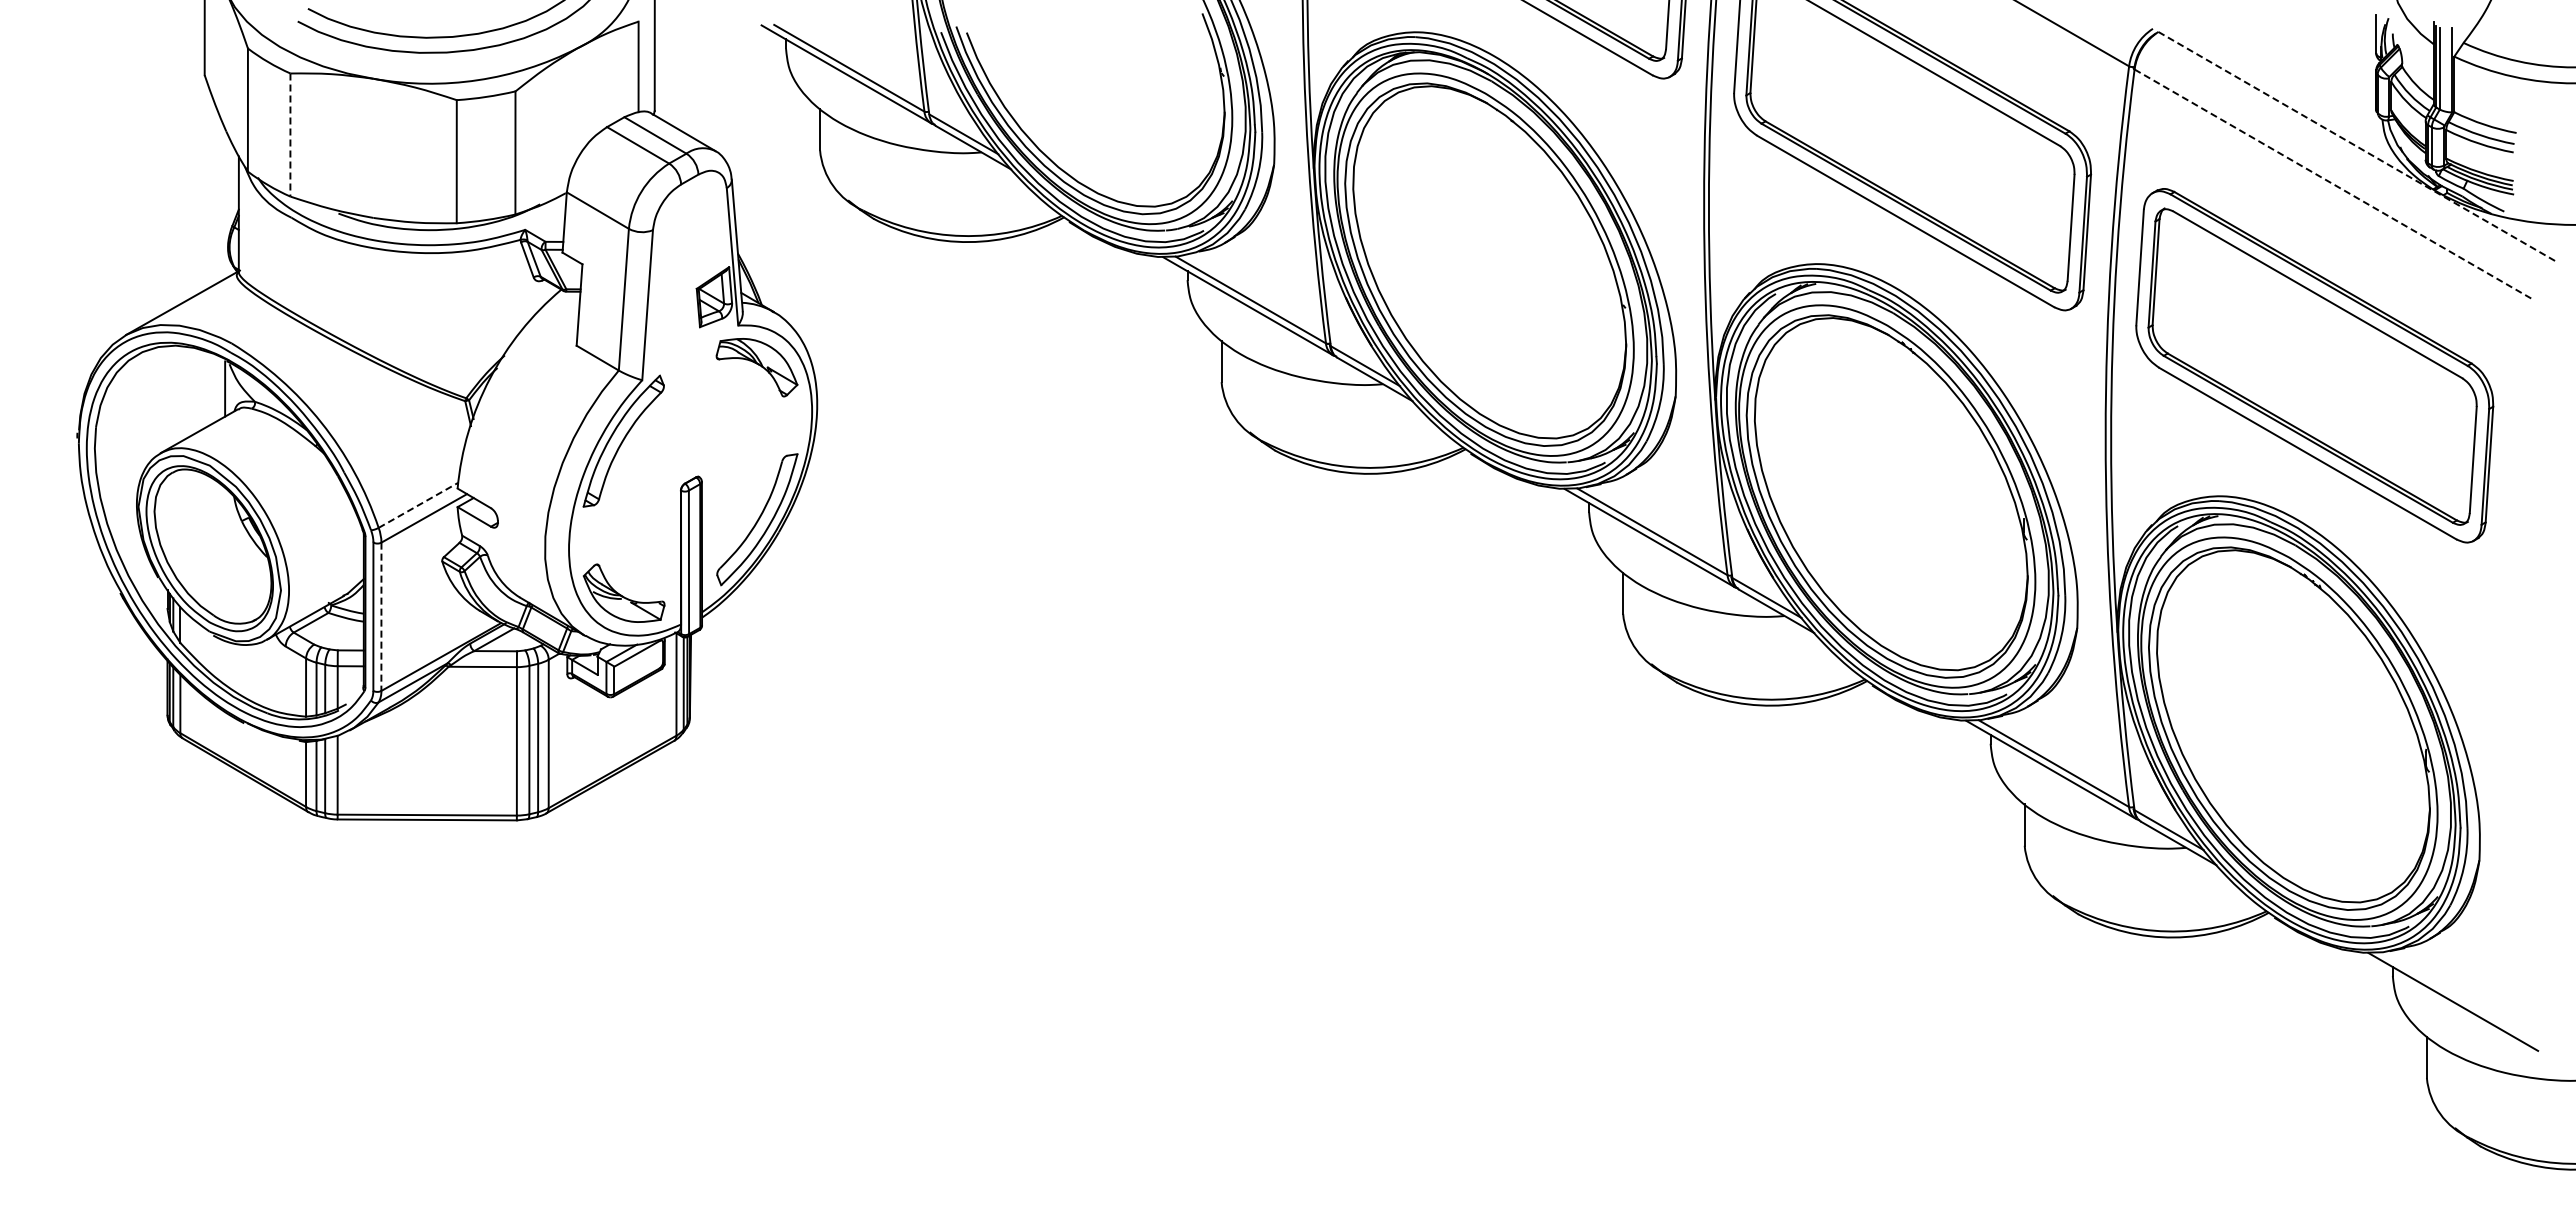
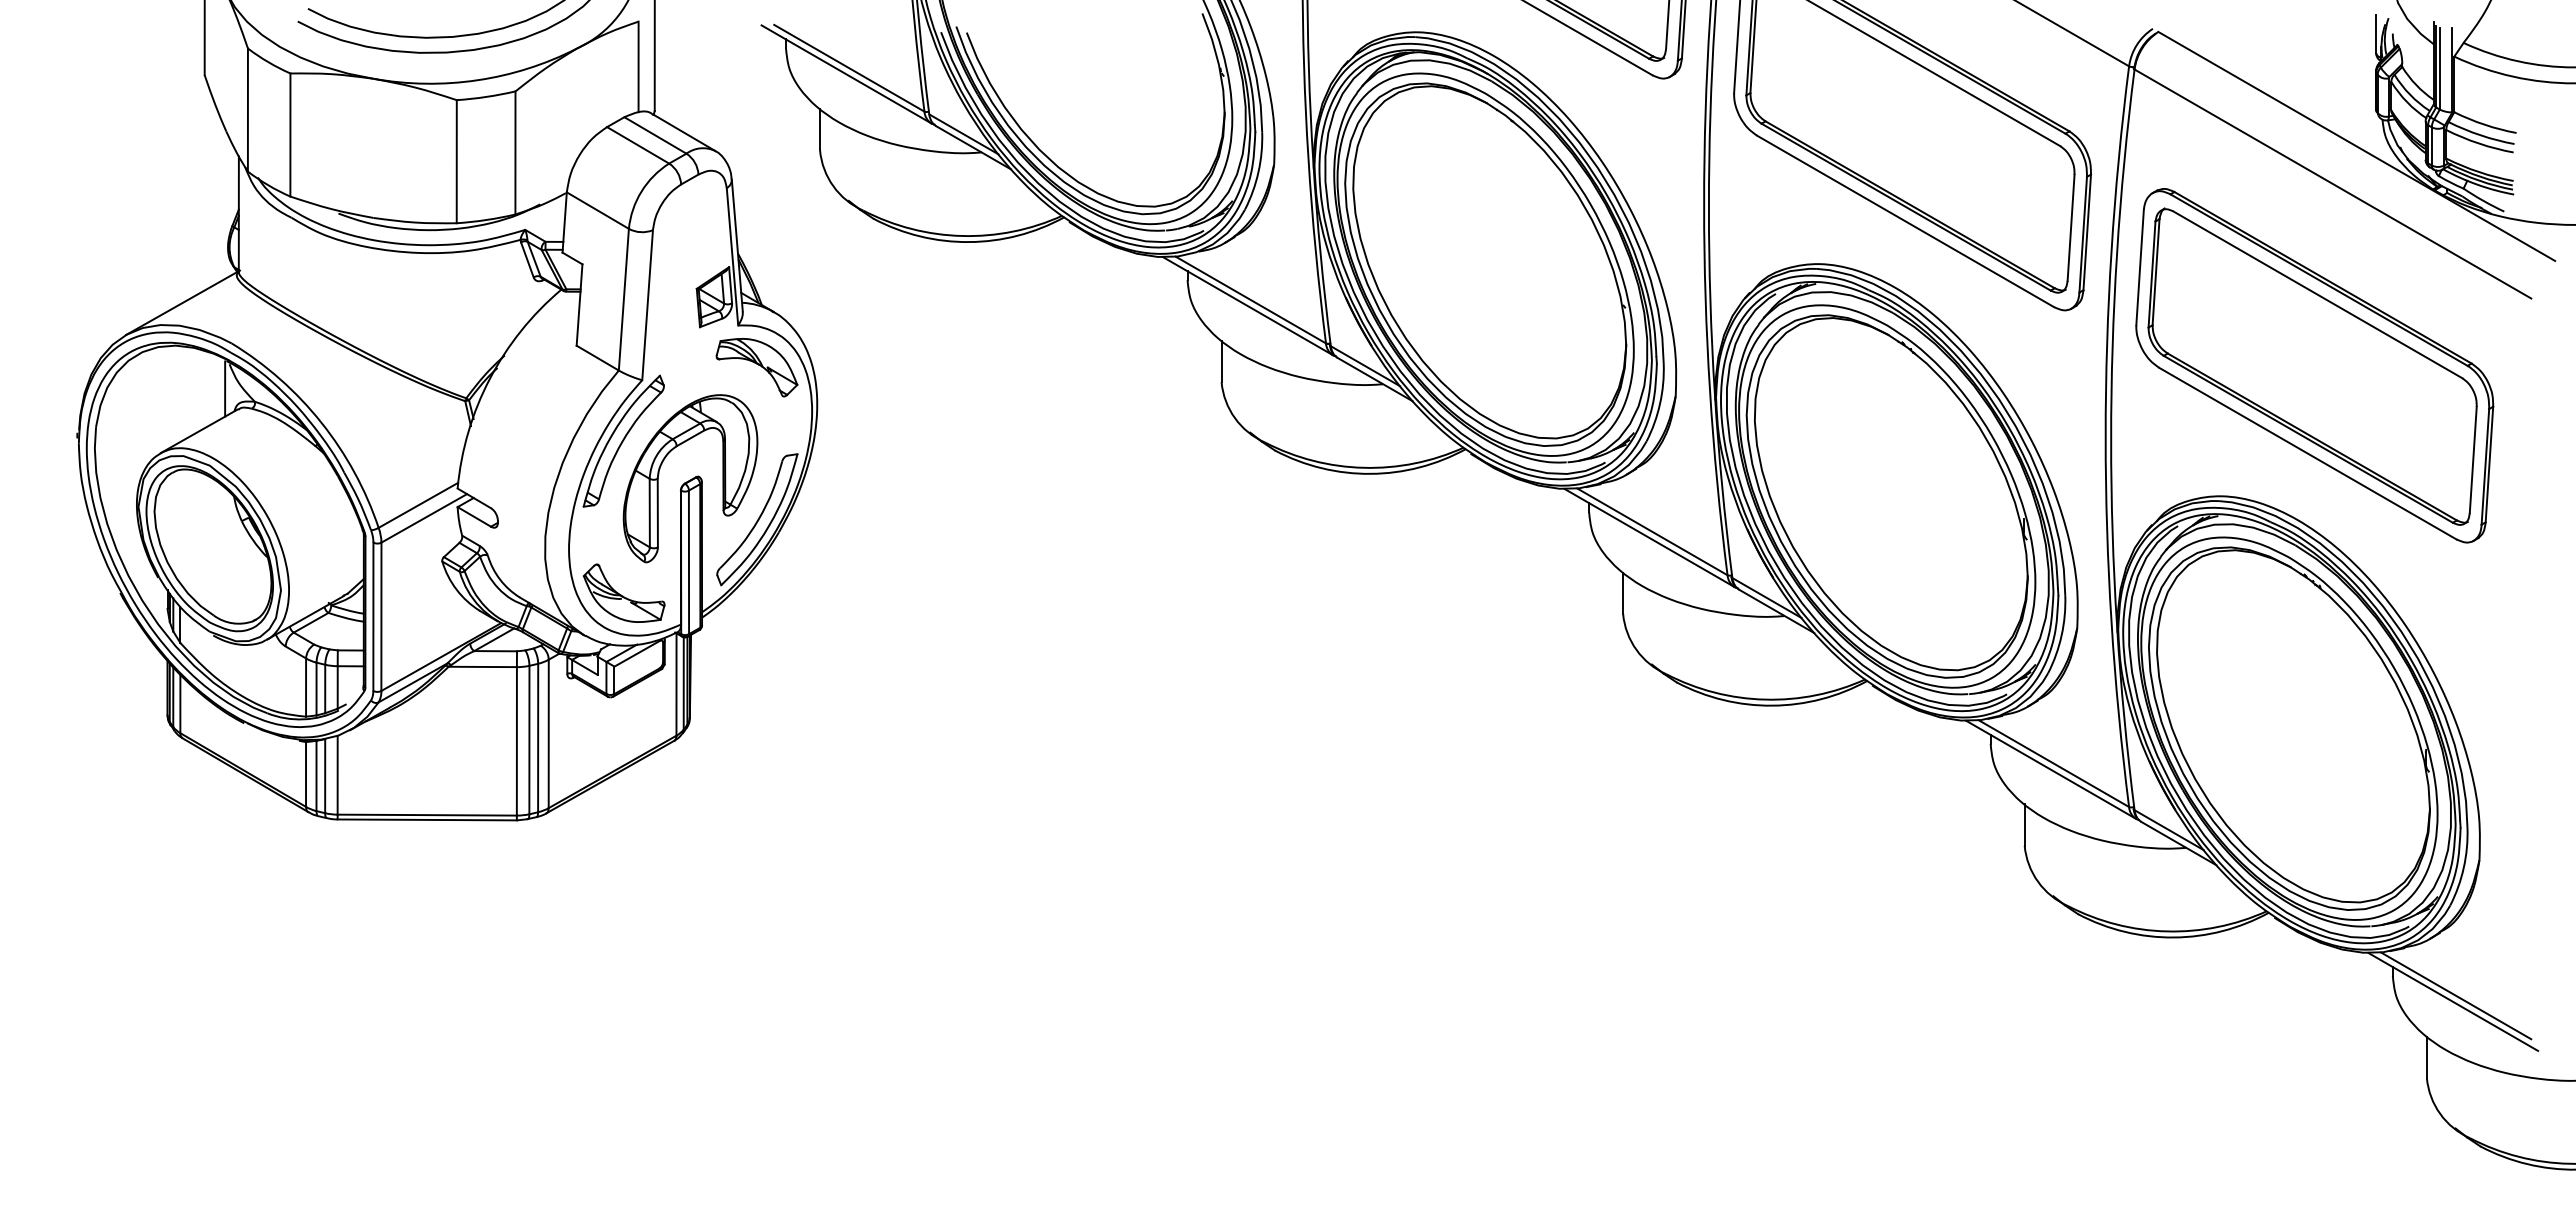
line at (290, 135): dashed -> solid
line at (2357, 146): dashed -> solid
line at (2333, 184): dashed -> solid
part at (659, 474): none -> present
line at (418, 505): dashed -> solid
line at (381, 617): dashed -> solid
line at (2456, 995): none -> present
